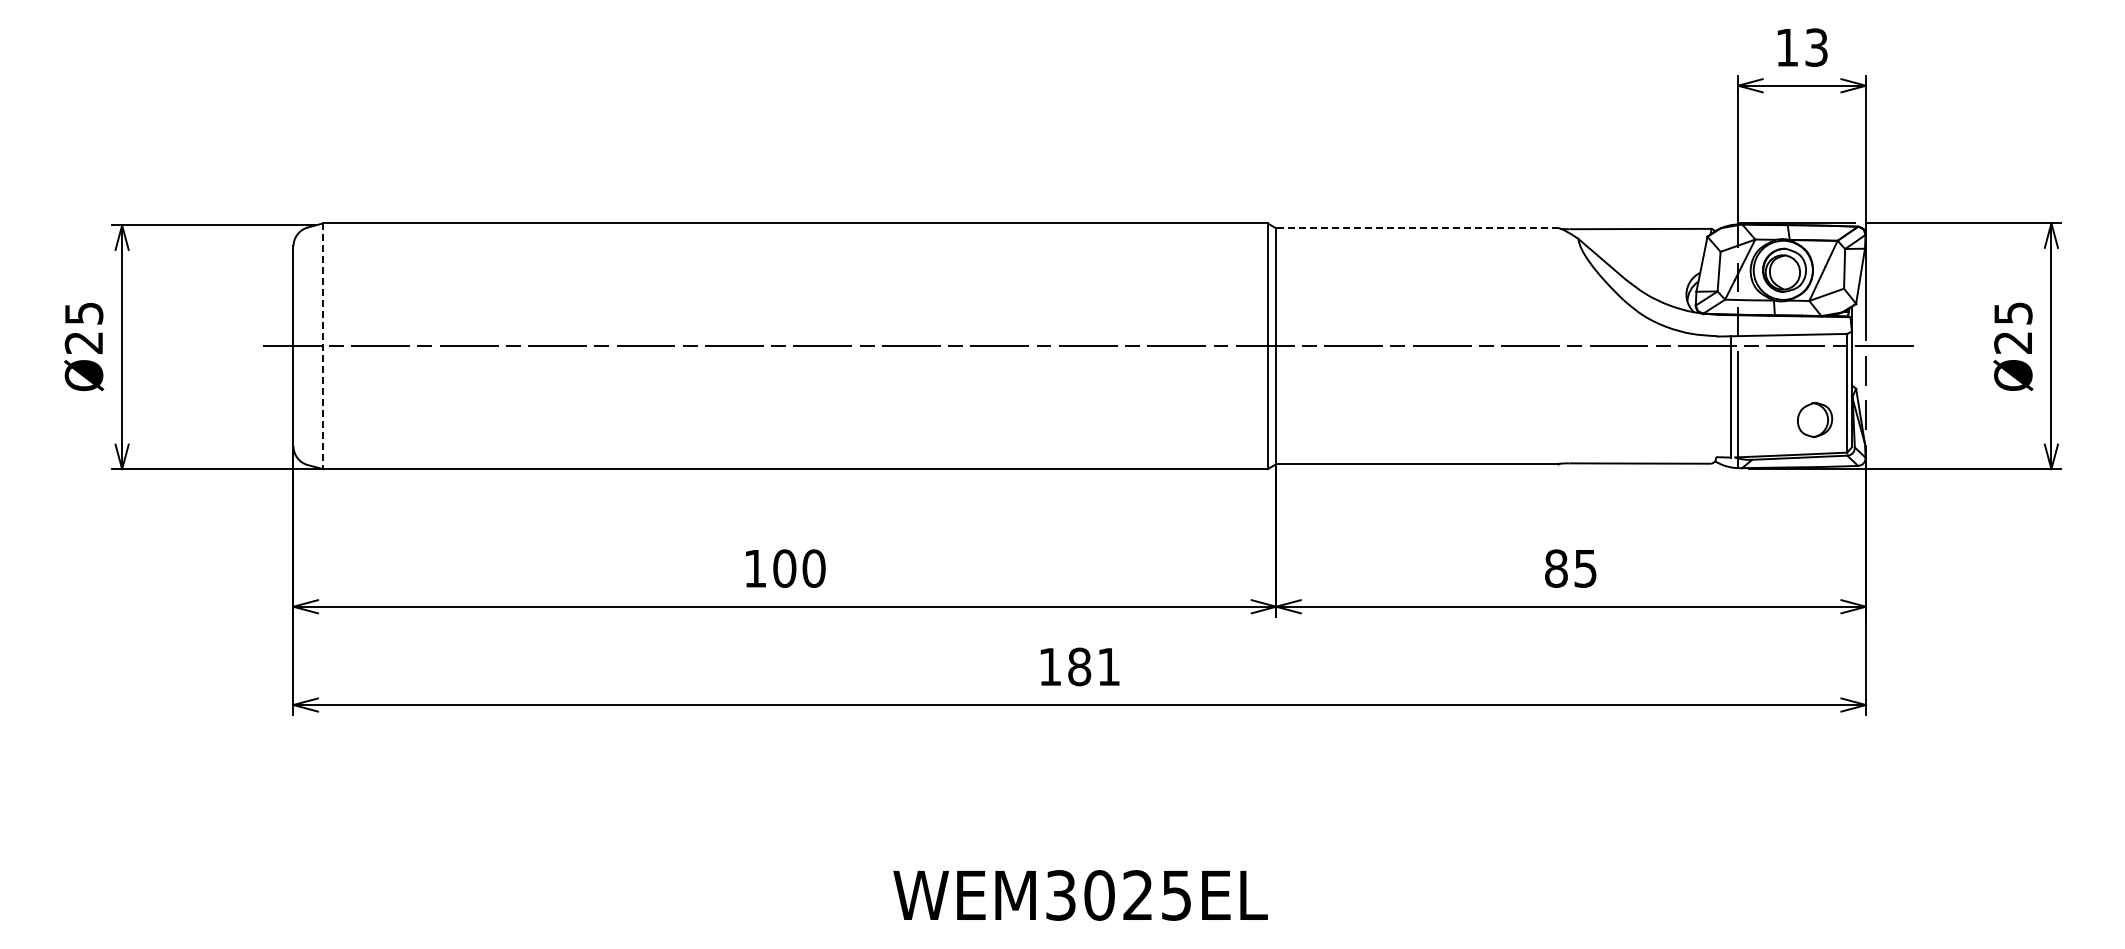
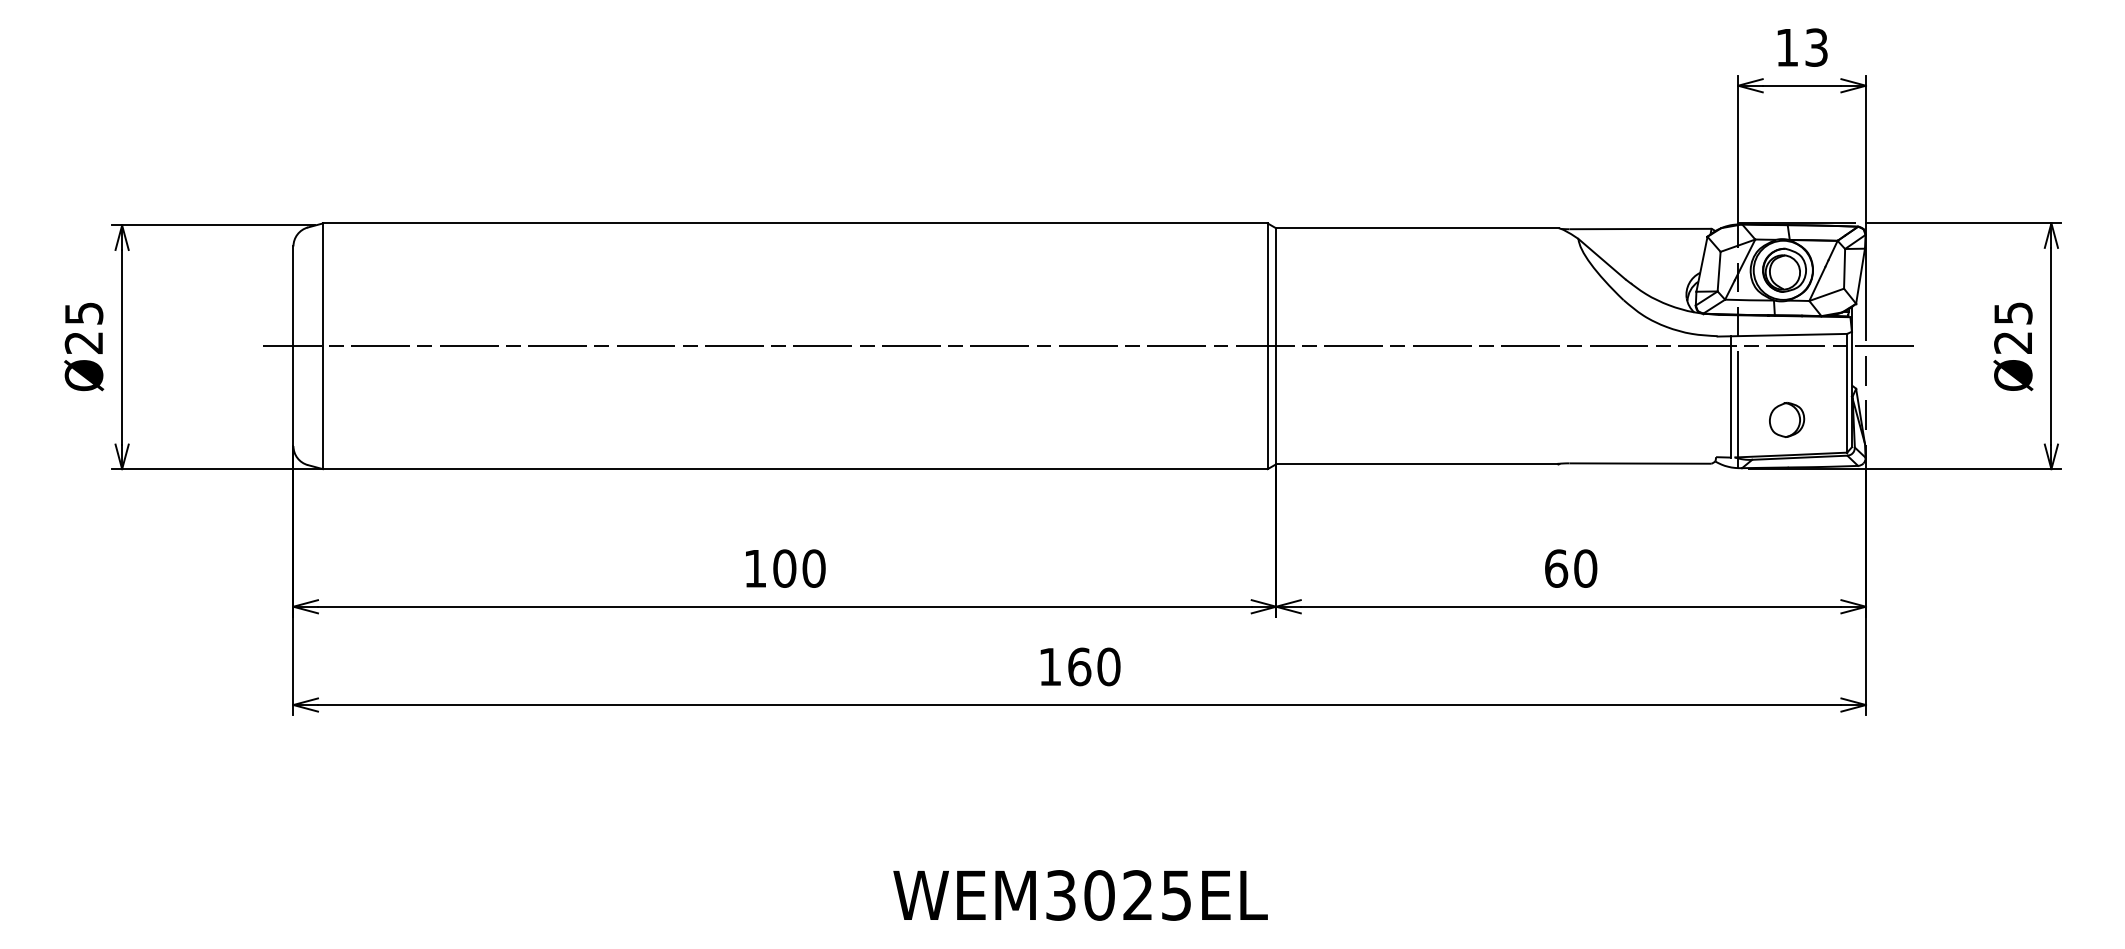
line at (1417, 228): dashed -> solid
line at (322, 346): dashed -> solid
part at (1815, 419) position: (1815, 419) -> (1787, 419)
text at (1571, 568): 85 -> 60
text at (1094, 666): 181 -> 160
